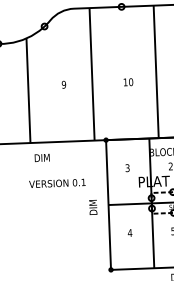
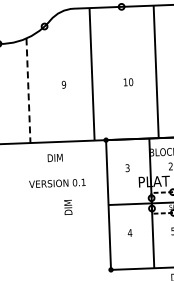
line at (28, 91): solid -> dashed
text at (41, 158) position: (41, 158) -> (54, 158)
text at (93, 206) position: (93, 206) -> (68, 206)
